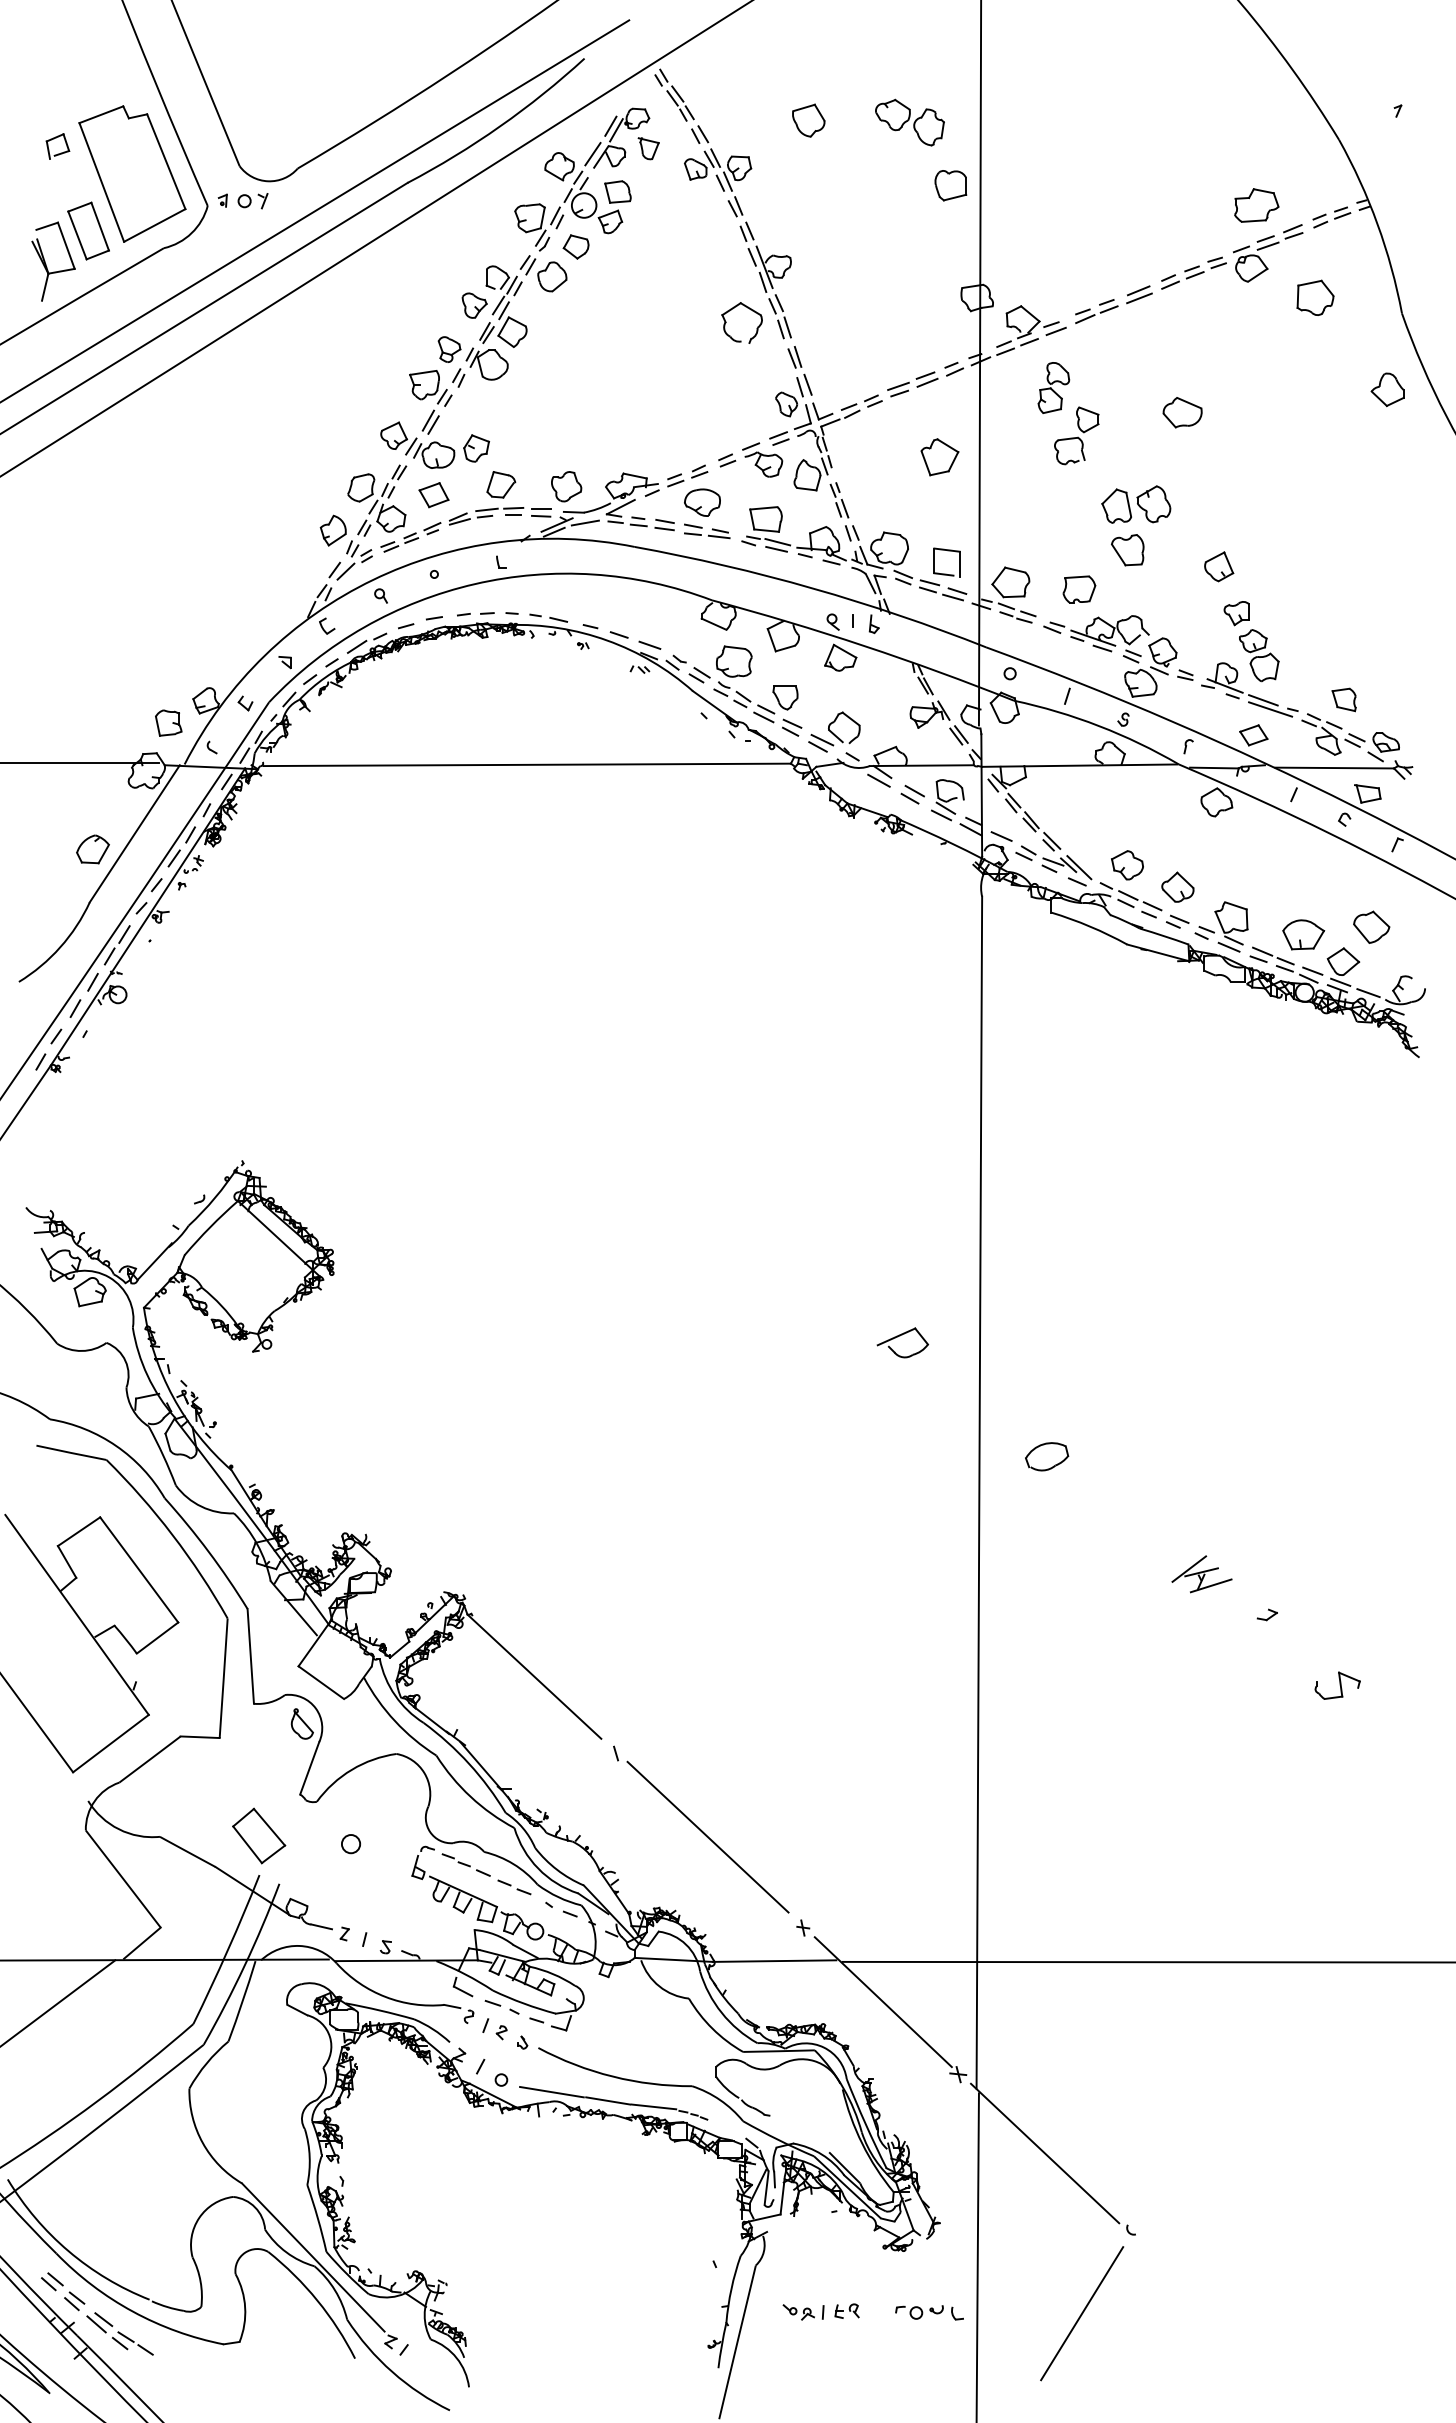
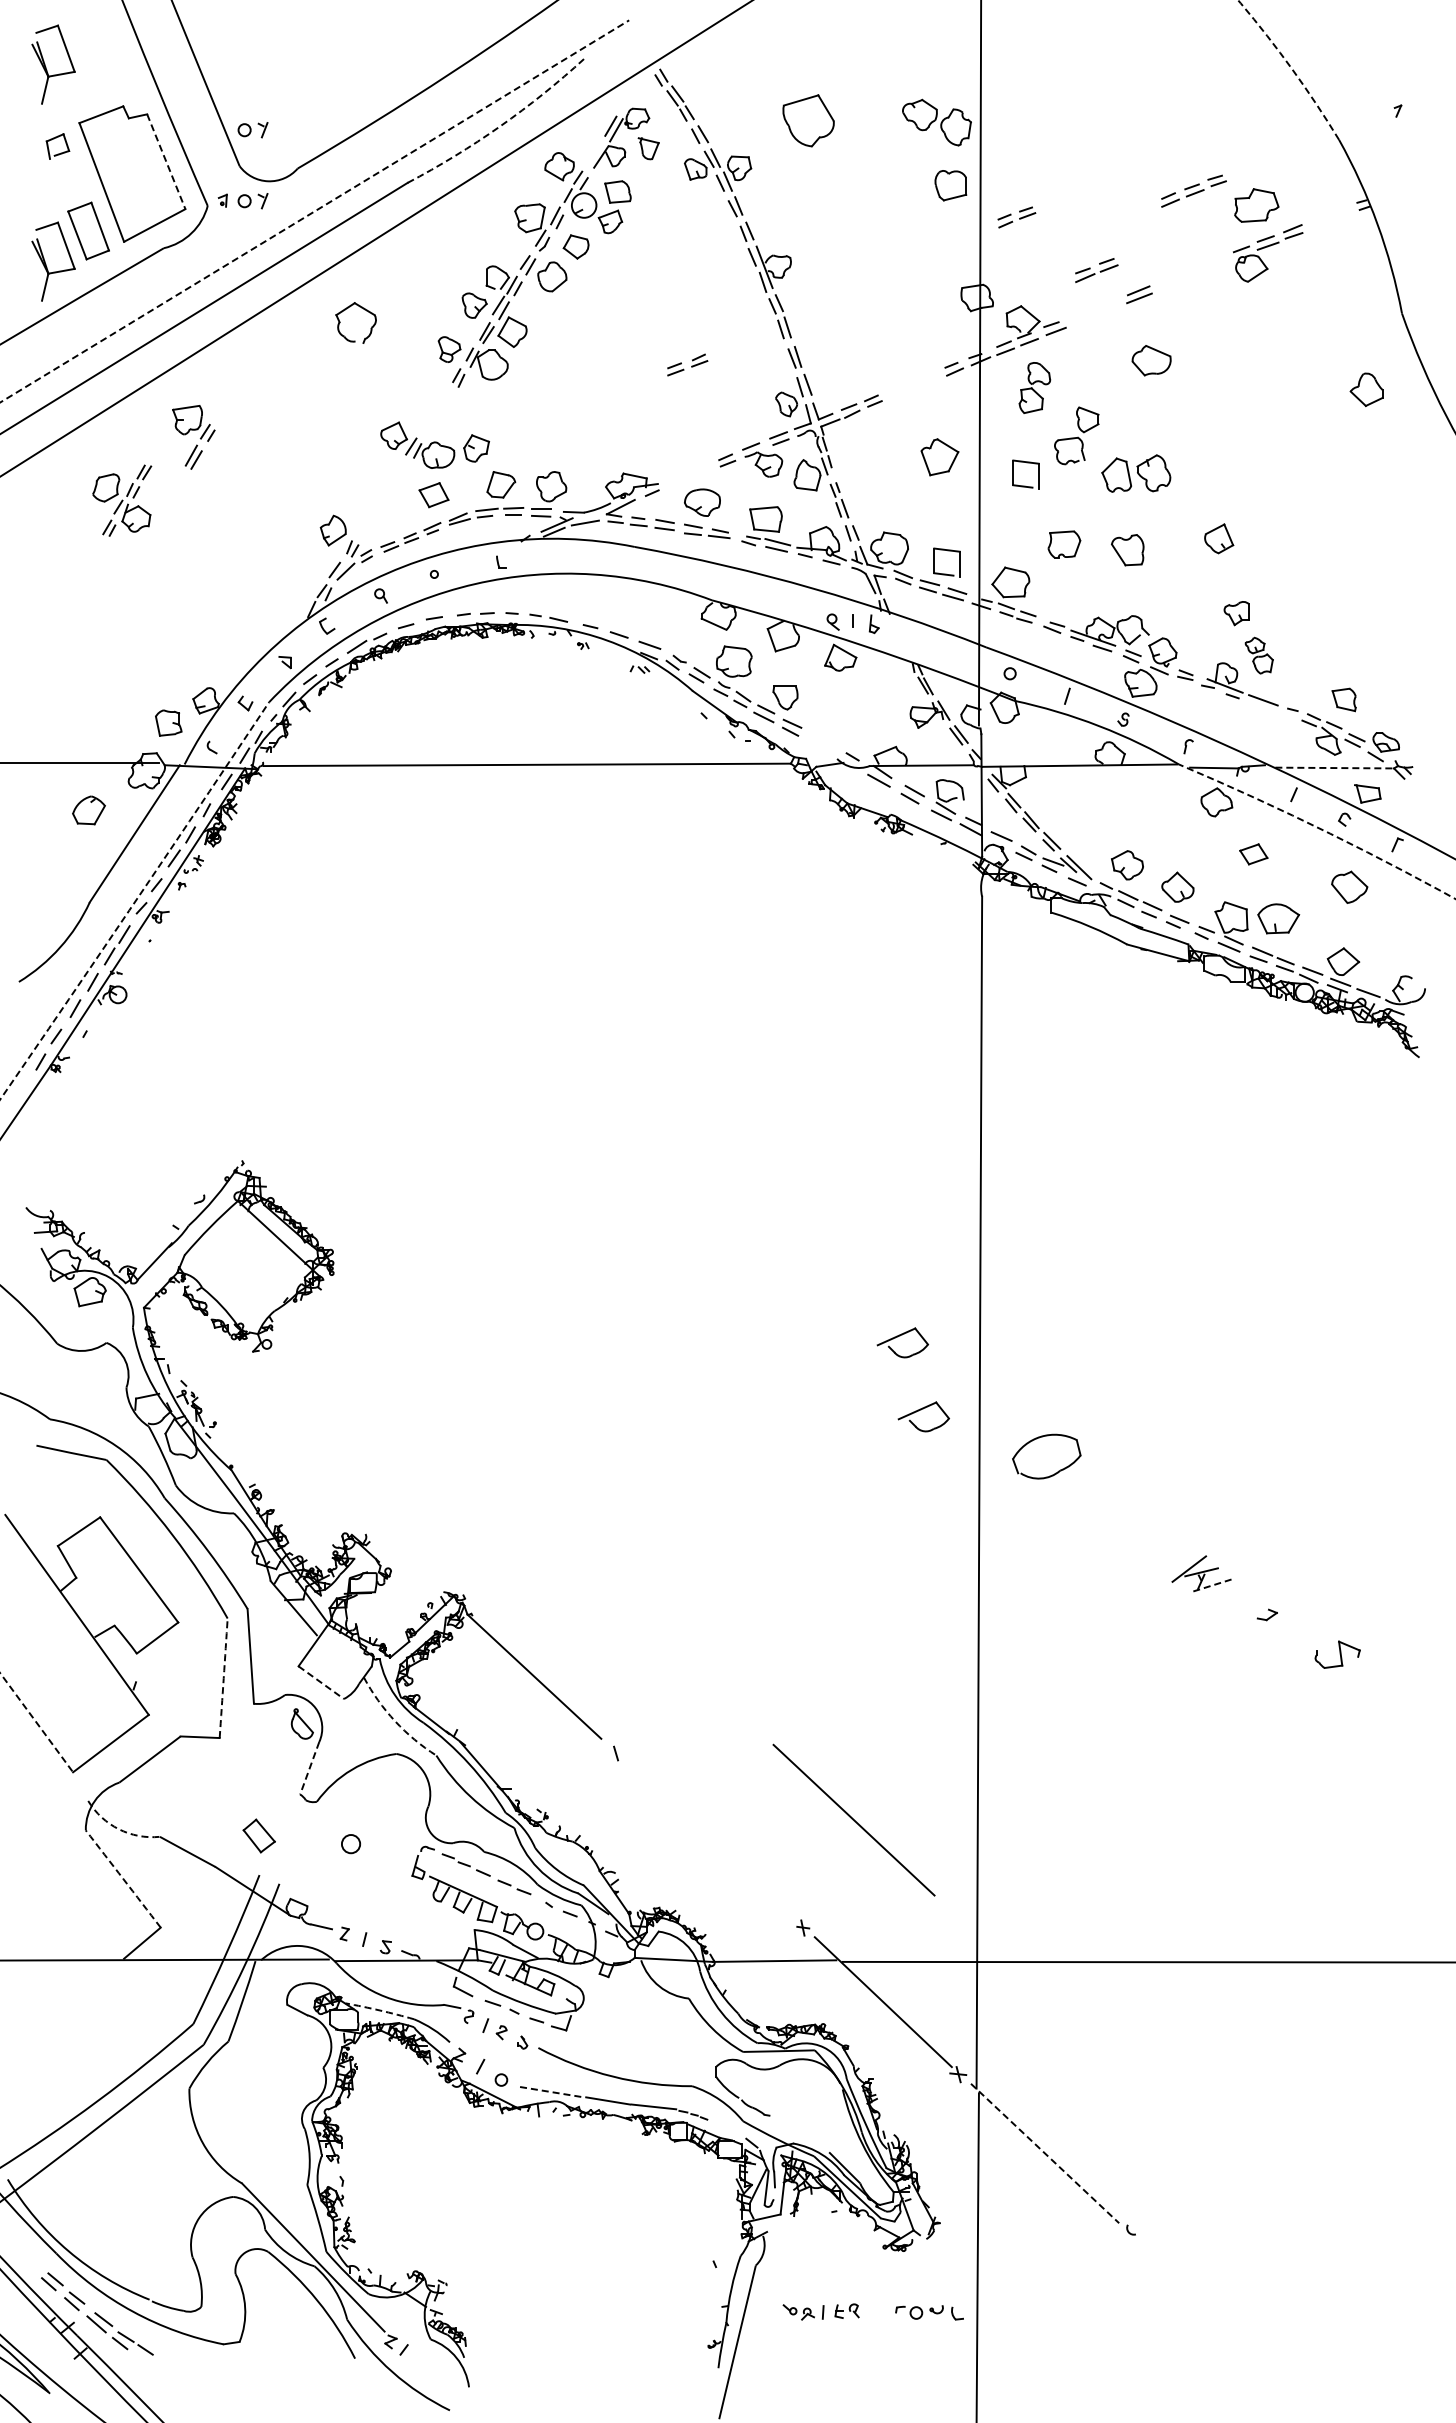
part at (46, 67): none -> present
arc at (1291, 68): solid -> dashed
part at (808, 120) size: 34x35 px -> 53x54 px
part at (909, 122) position: (909, 122) -> (936, 122)
arc at (500, 126): solid -> dashed
part at (252, 130): none -> present
line at (592, 154): present -> none
line at (166, 162): solid -> dashed
line at (314, 211): solid -> dashed
part at (1331, 217) position: (1331, 217) -> (1016, 217)
part at (1193, 272) position: (1193, 272) -> (1193, 190)
part at (1315, 297): present -> none
part at (750, 310) position: (750, 310) -> (364, 310)
part at (1096, 311) position: (1096, 311) -> (1096, 270)
part at (912, 384): present -> none
part at (1053, 387) position: (1053, 387) -> (1034, 387)
part at (1387, 389) position: (1387, 389) -> (1366, 389)
part at (426, 397) position: (426, 397) -> (189, 432)
part at (1182, 412) position: (1182, 412) -> (1151, 360)
part at (687, 475) position: (687, 475) -> (687, 364)
part at (1025, 485): none -> present
part at (566, 486) position: (566, 486) -> (551, 486)
part at (377, 500) position: (377, 500) -> (122, 500)
part at (1136, 504) position: (1136, 504) -> (1136, 473)
part at (1219, 566) position: (1219, 566) -> (1219, 538)
part at (1079, 589) position: (1079, 589) -> (1064, 544)
part at (1259, 655) size: 41x54 px -> 30x39 px
line at (1270, 709): present -> none
part at (834, 731): present -> none
part at (1253, 735) position: (1253, 735) -> (1253, 854)
line at (1335, 768): solid -> dashed
arc at (1319, 828): solid -> dashed
part at (92, 849) position: (92, 849) -> (88, 810)
arc at (135, 901): solid -> dashed
part at (1371, 926) position: (1371, 926) -> (1349, 886)
part at (1303, 934) position: (1303, 934) -> (1278, 918)
part at (921, 1410): none -> present
part at (1047, 1456) size: 45x30 px -> 70x47 px
line at (1210, 1586): solid -> dashed
arc at (223, 1678): solid -> dashed
line at (321, 1682): solid -> dashed
part at (1337, 1685) position: (1337, 1685) -> (1337, 1654)
arc at (395, 1721): solid -> dashed
line at (37, 1723): solid -> dashed
line at (309, 1768): solid -> dashed
arc at (118, 1829): solid -> dashed
part at (259, 1835) size: 55x58 px -> 34x36 px
line at (707, 1836) position: (707, 1836) -> (853, 1819)
arc at (123, 1879): solid -> dashed
line at (58, 2002): present -> none
arc at (380, 2010): solid -> dashed
line at (552, 2092): solid -> dashed
line at (1045, 2153): solid -> dashed
line at (1082, 2313): present -> none
